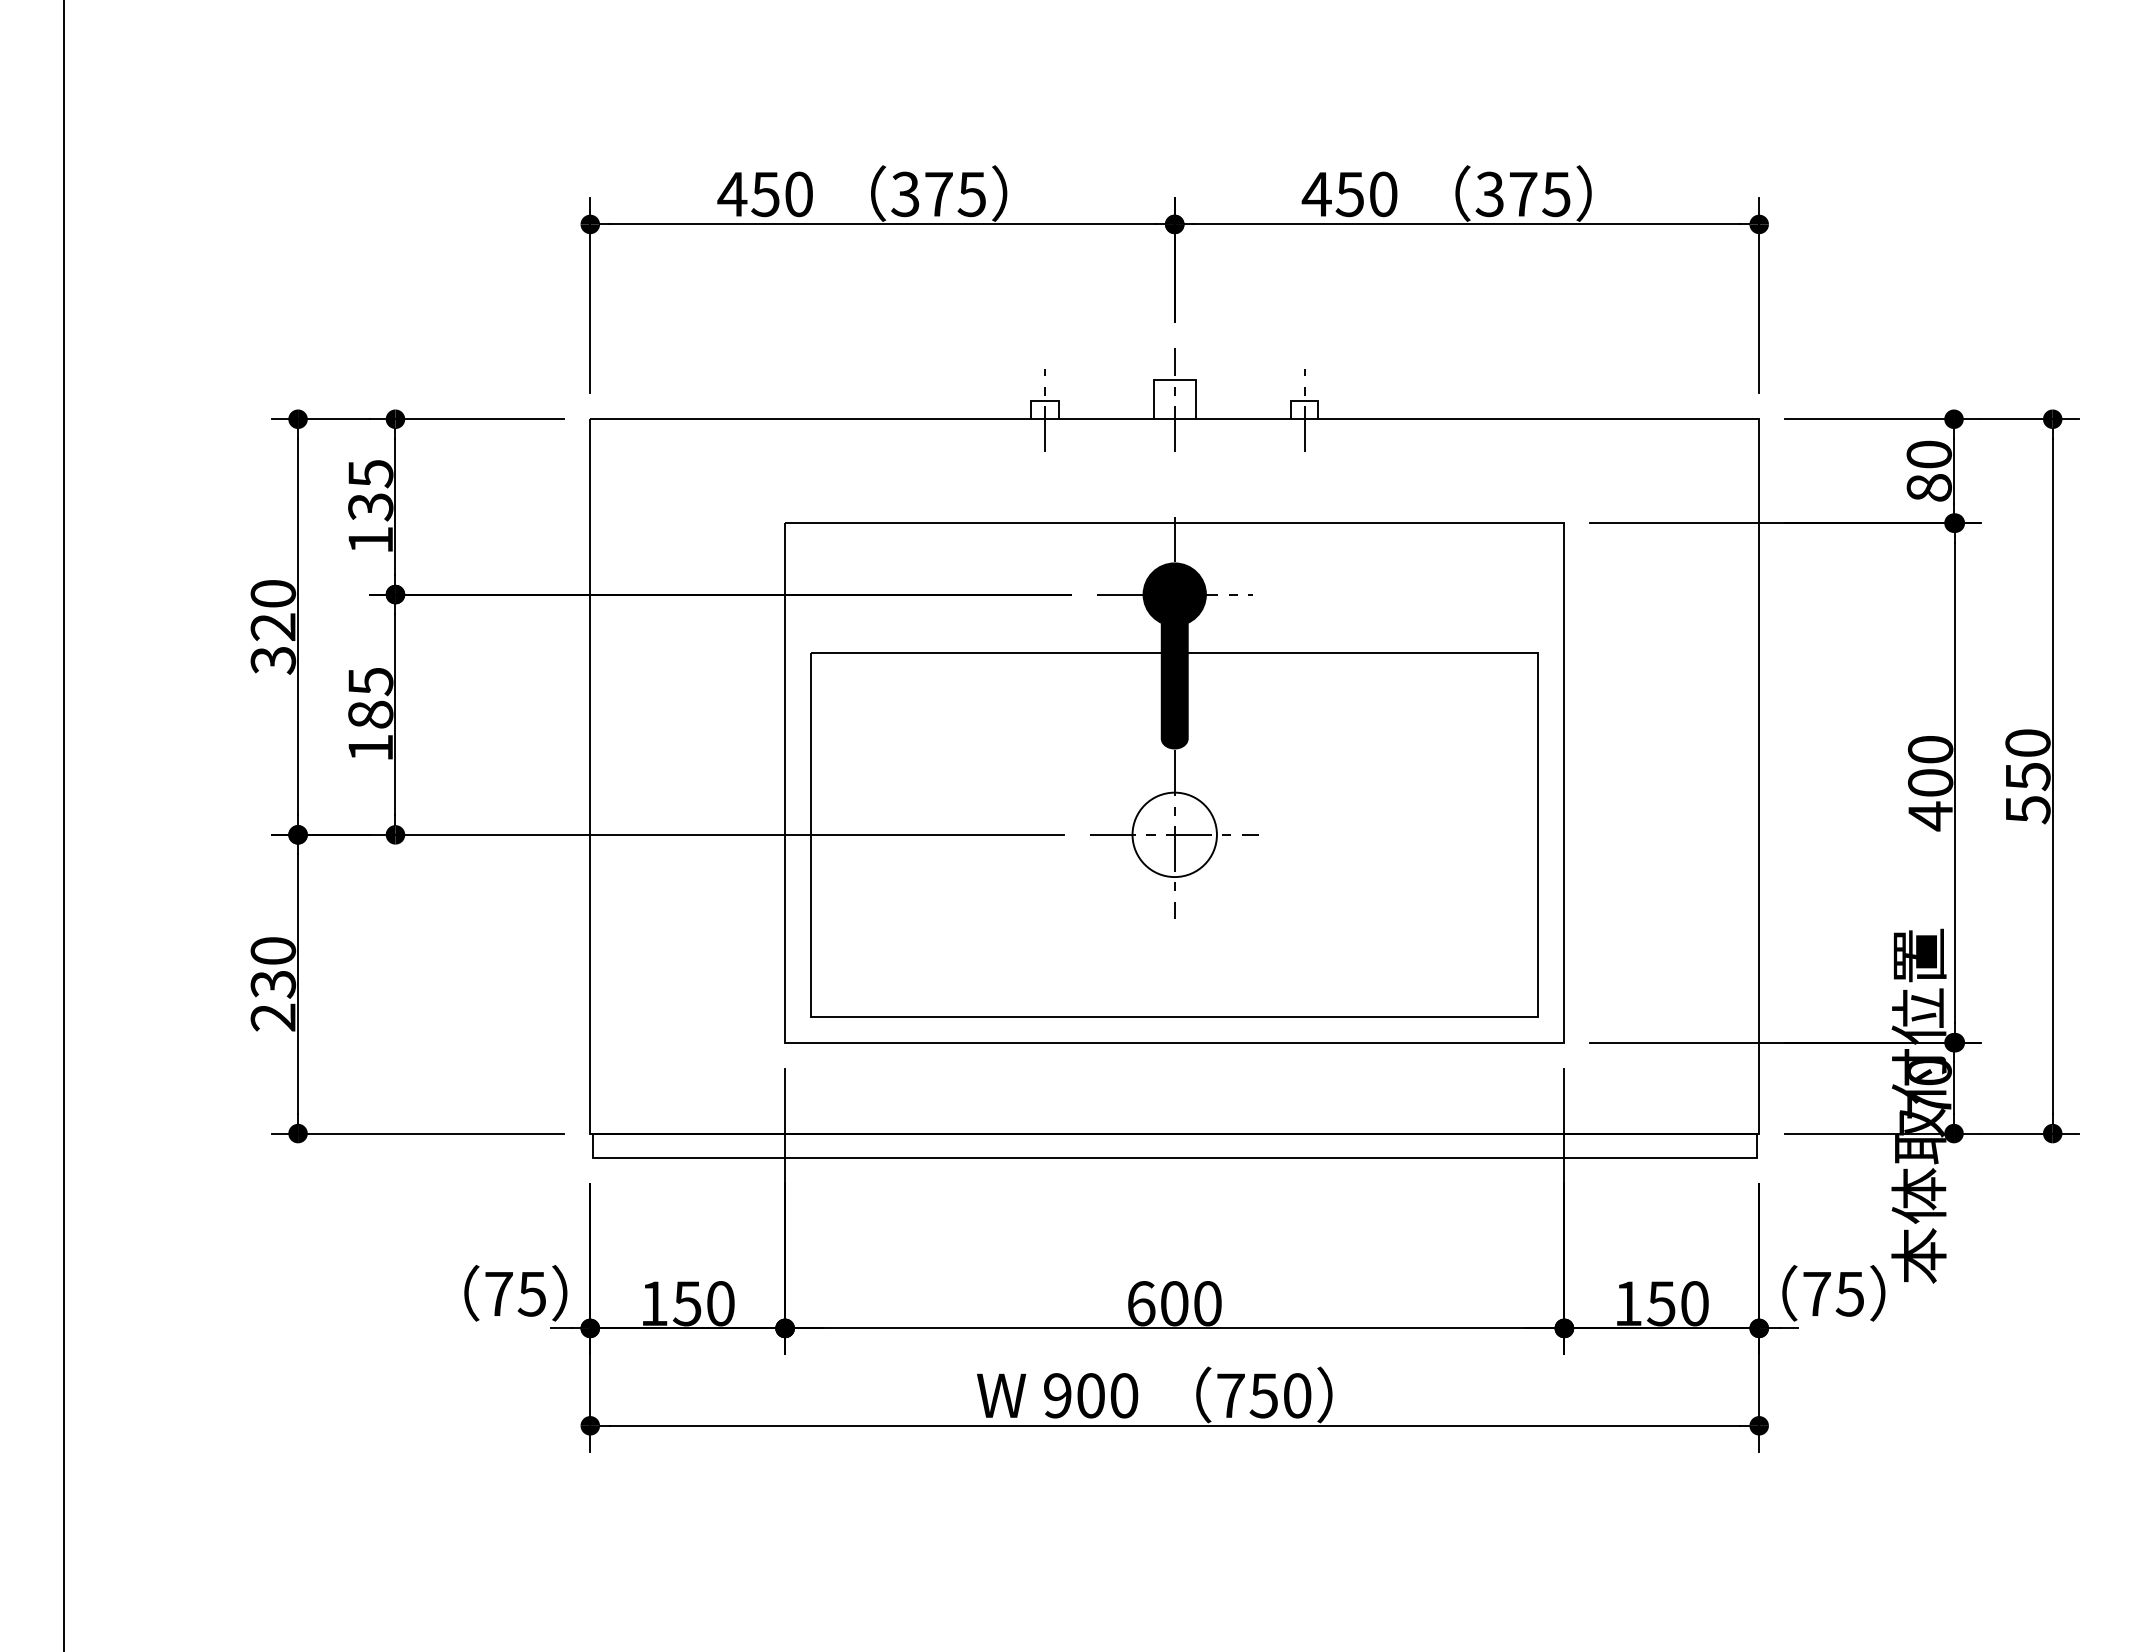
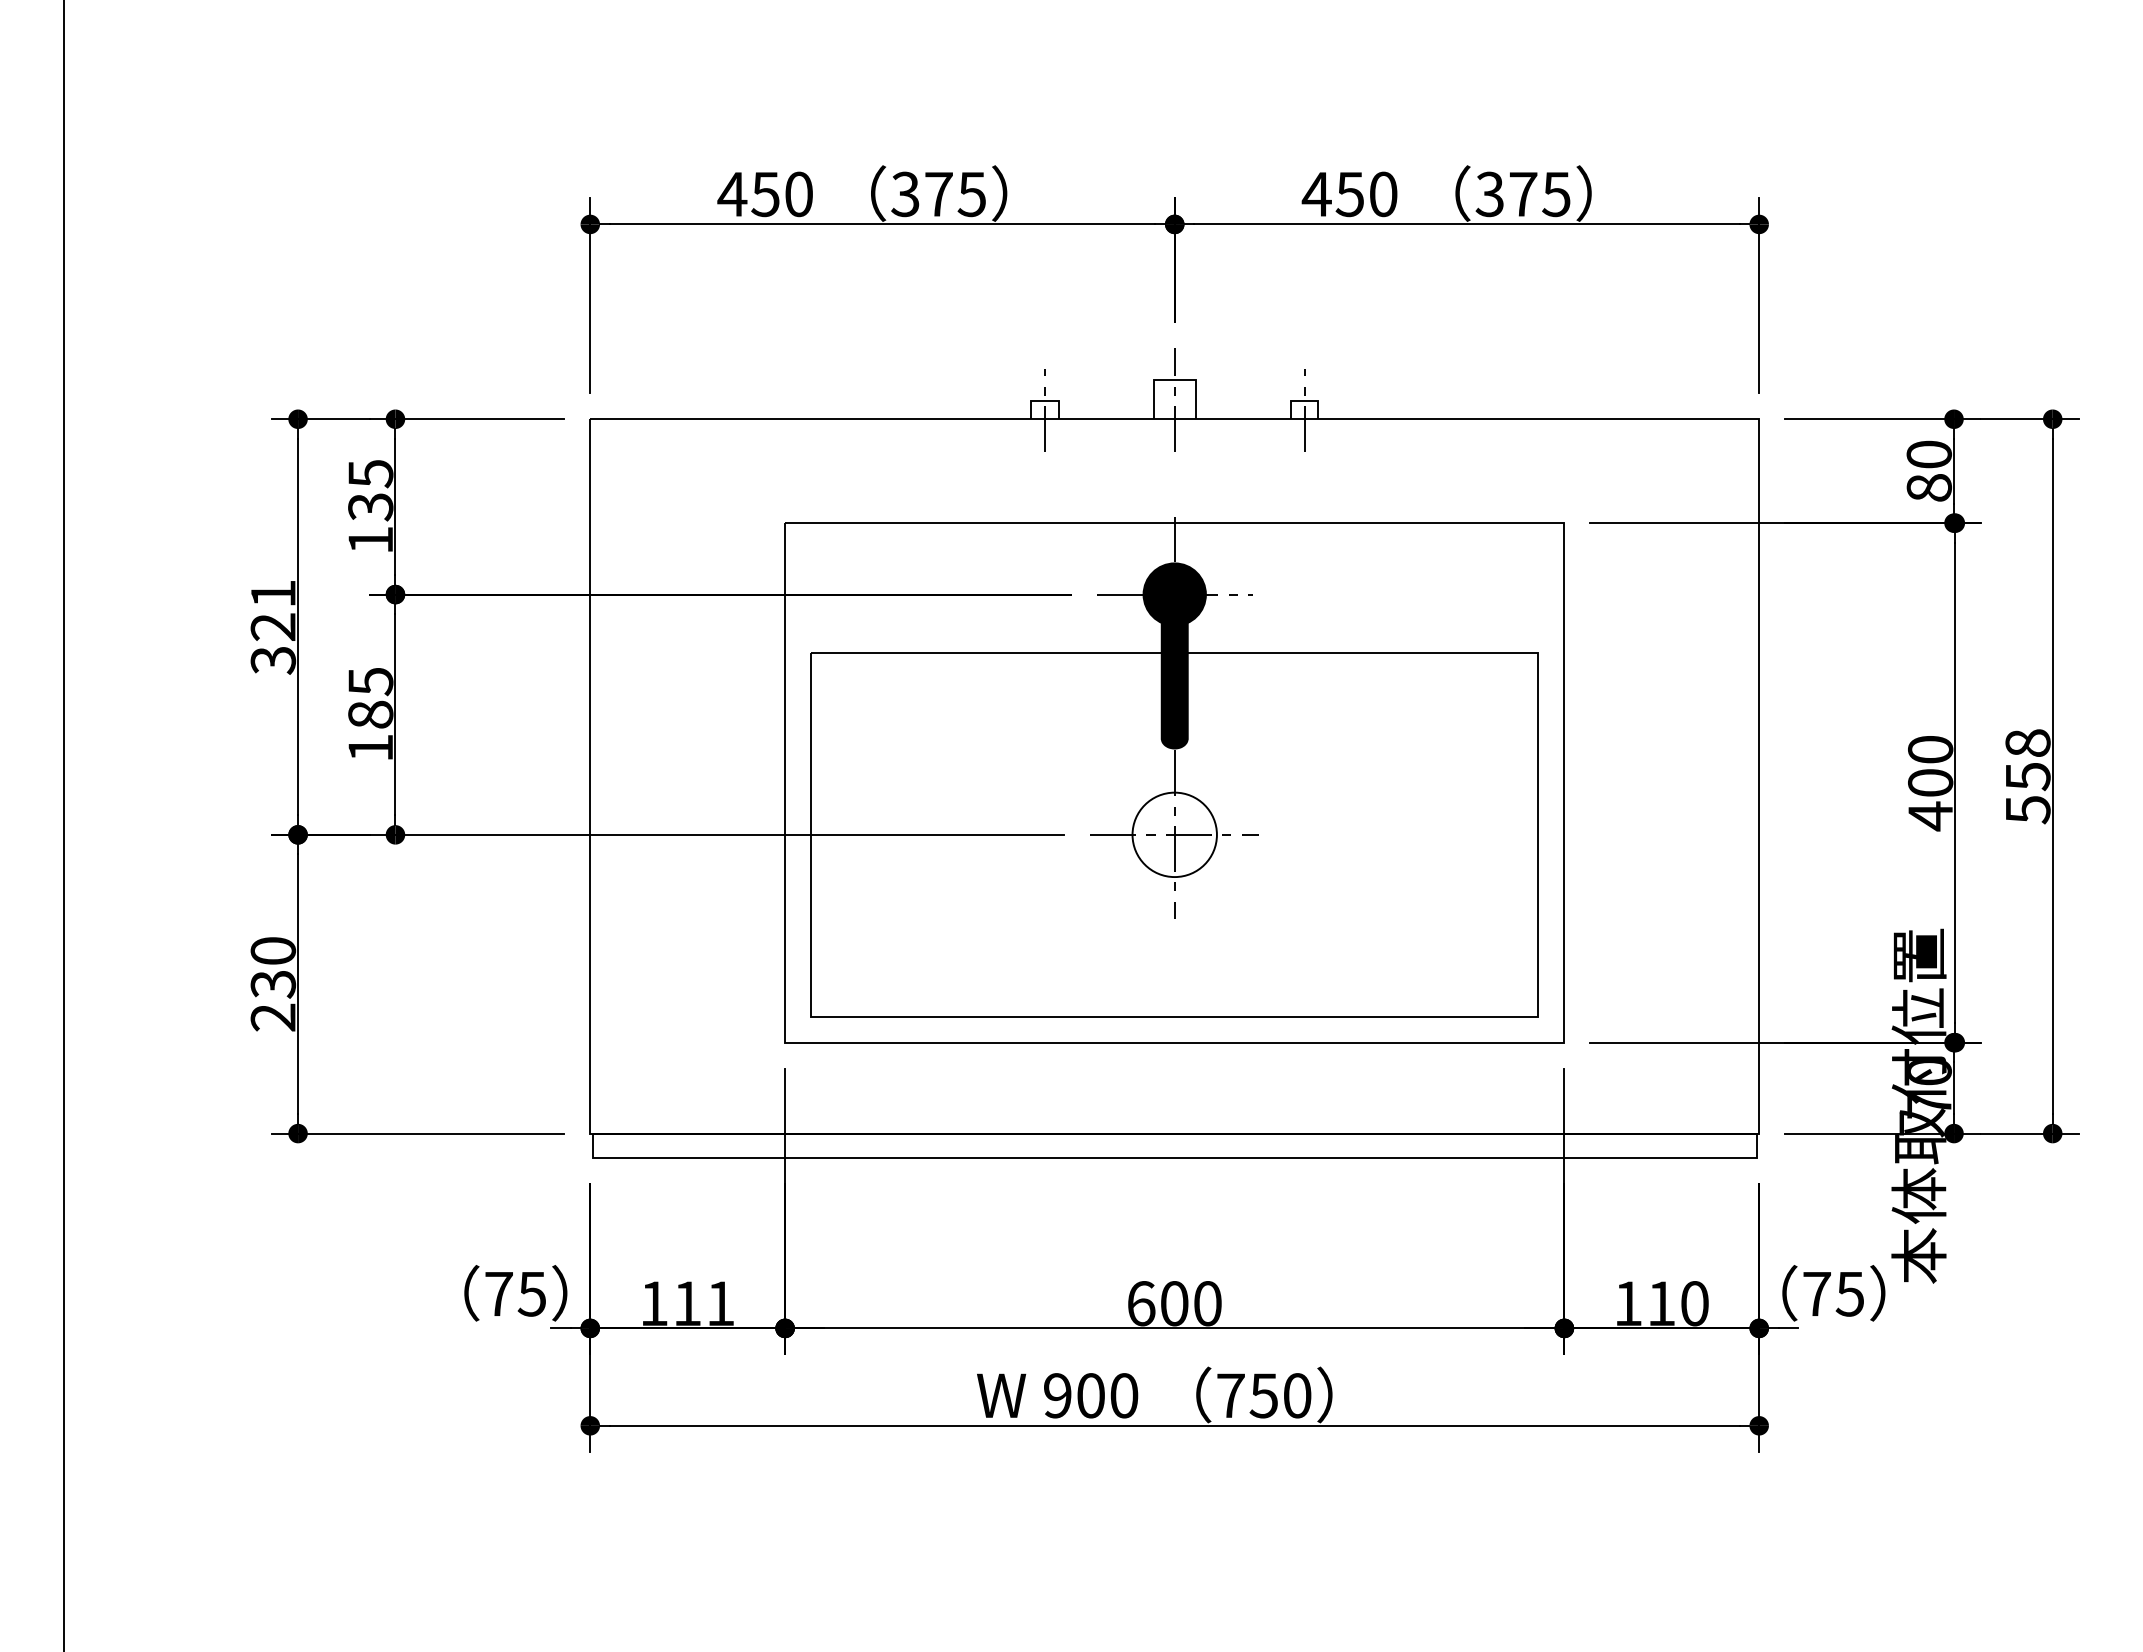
text at (273, 593): 320 -> 321
text at (2027, 742): 550 -> 558
text at (703, 1303): 150 -> 111
text at (1661, 1303): 150 -> 110
